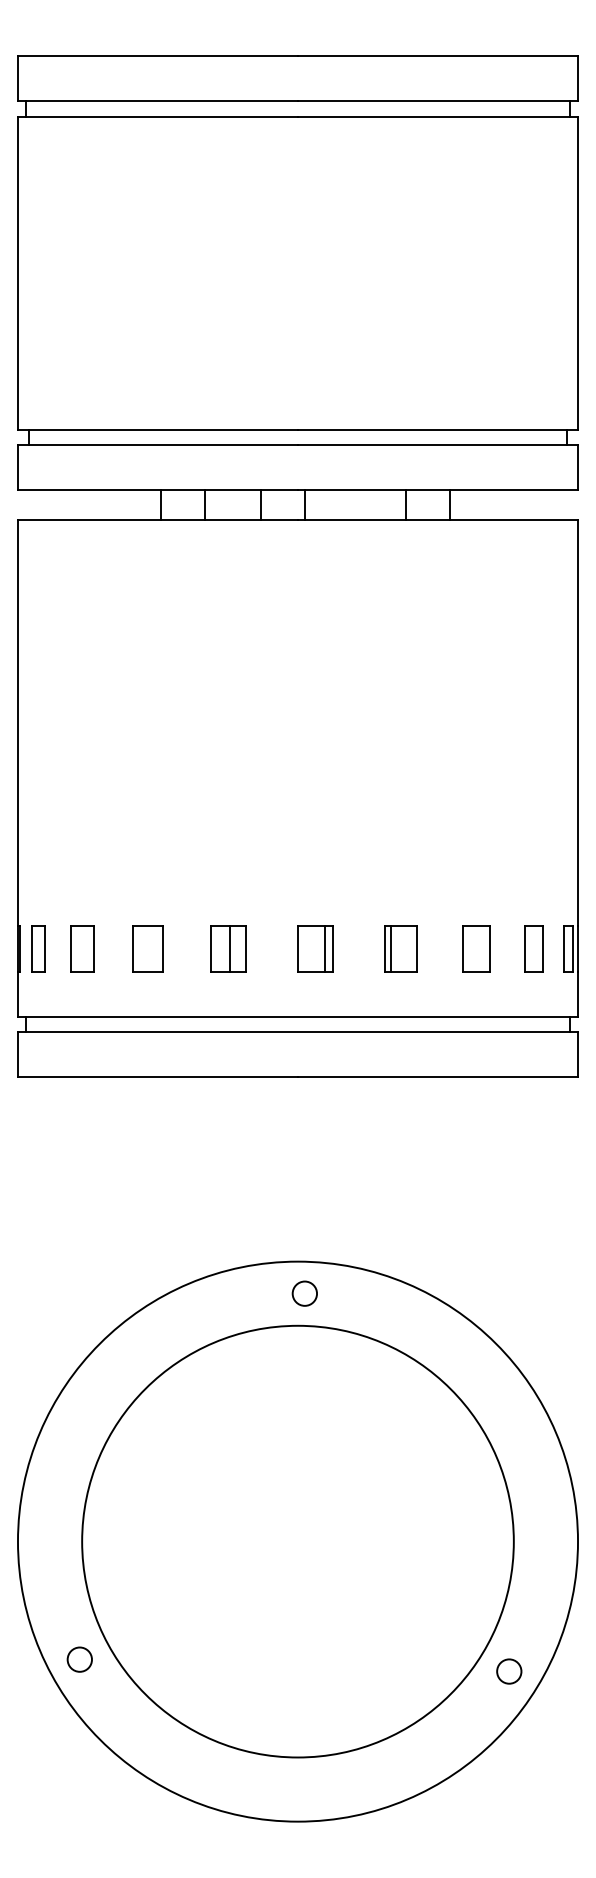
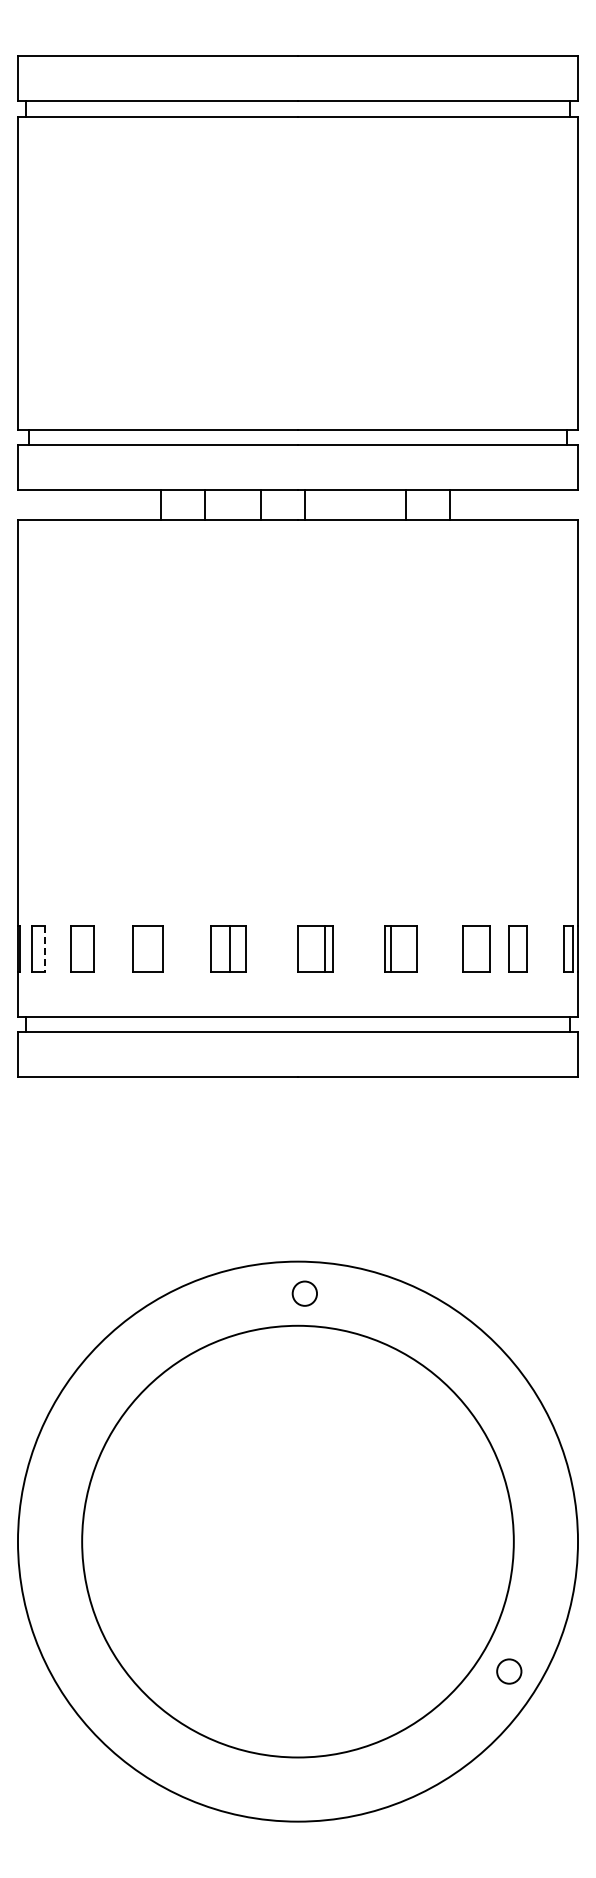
part at (533, 948) position: (533, 948) -> (517, 948)
line at (44, 949): solid -> dashed
circle at (79, 1659): present -> none
